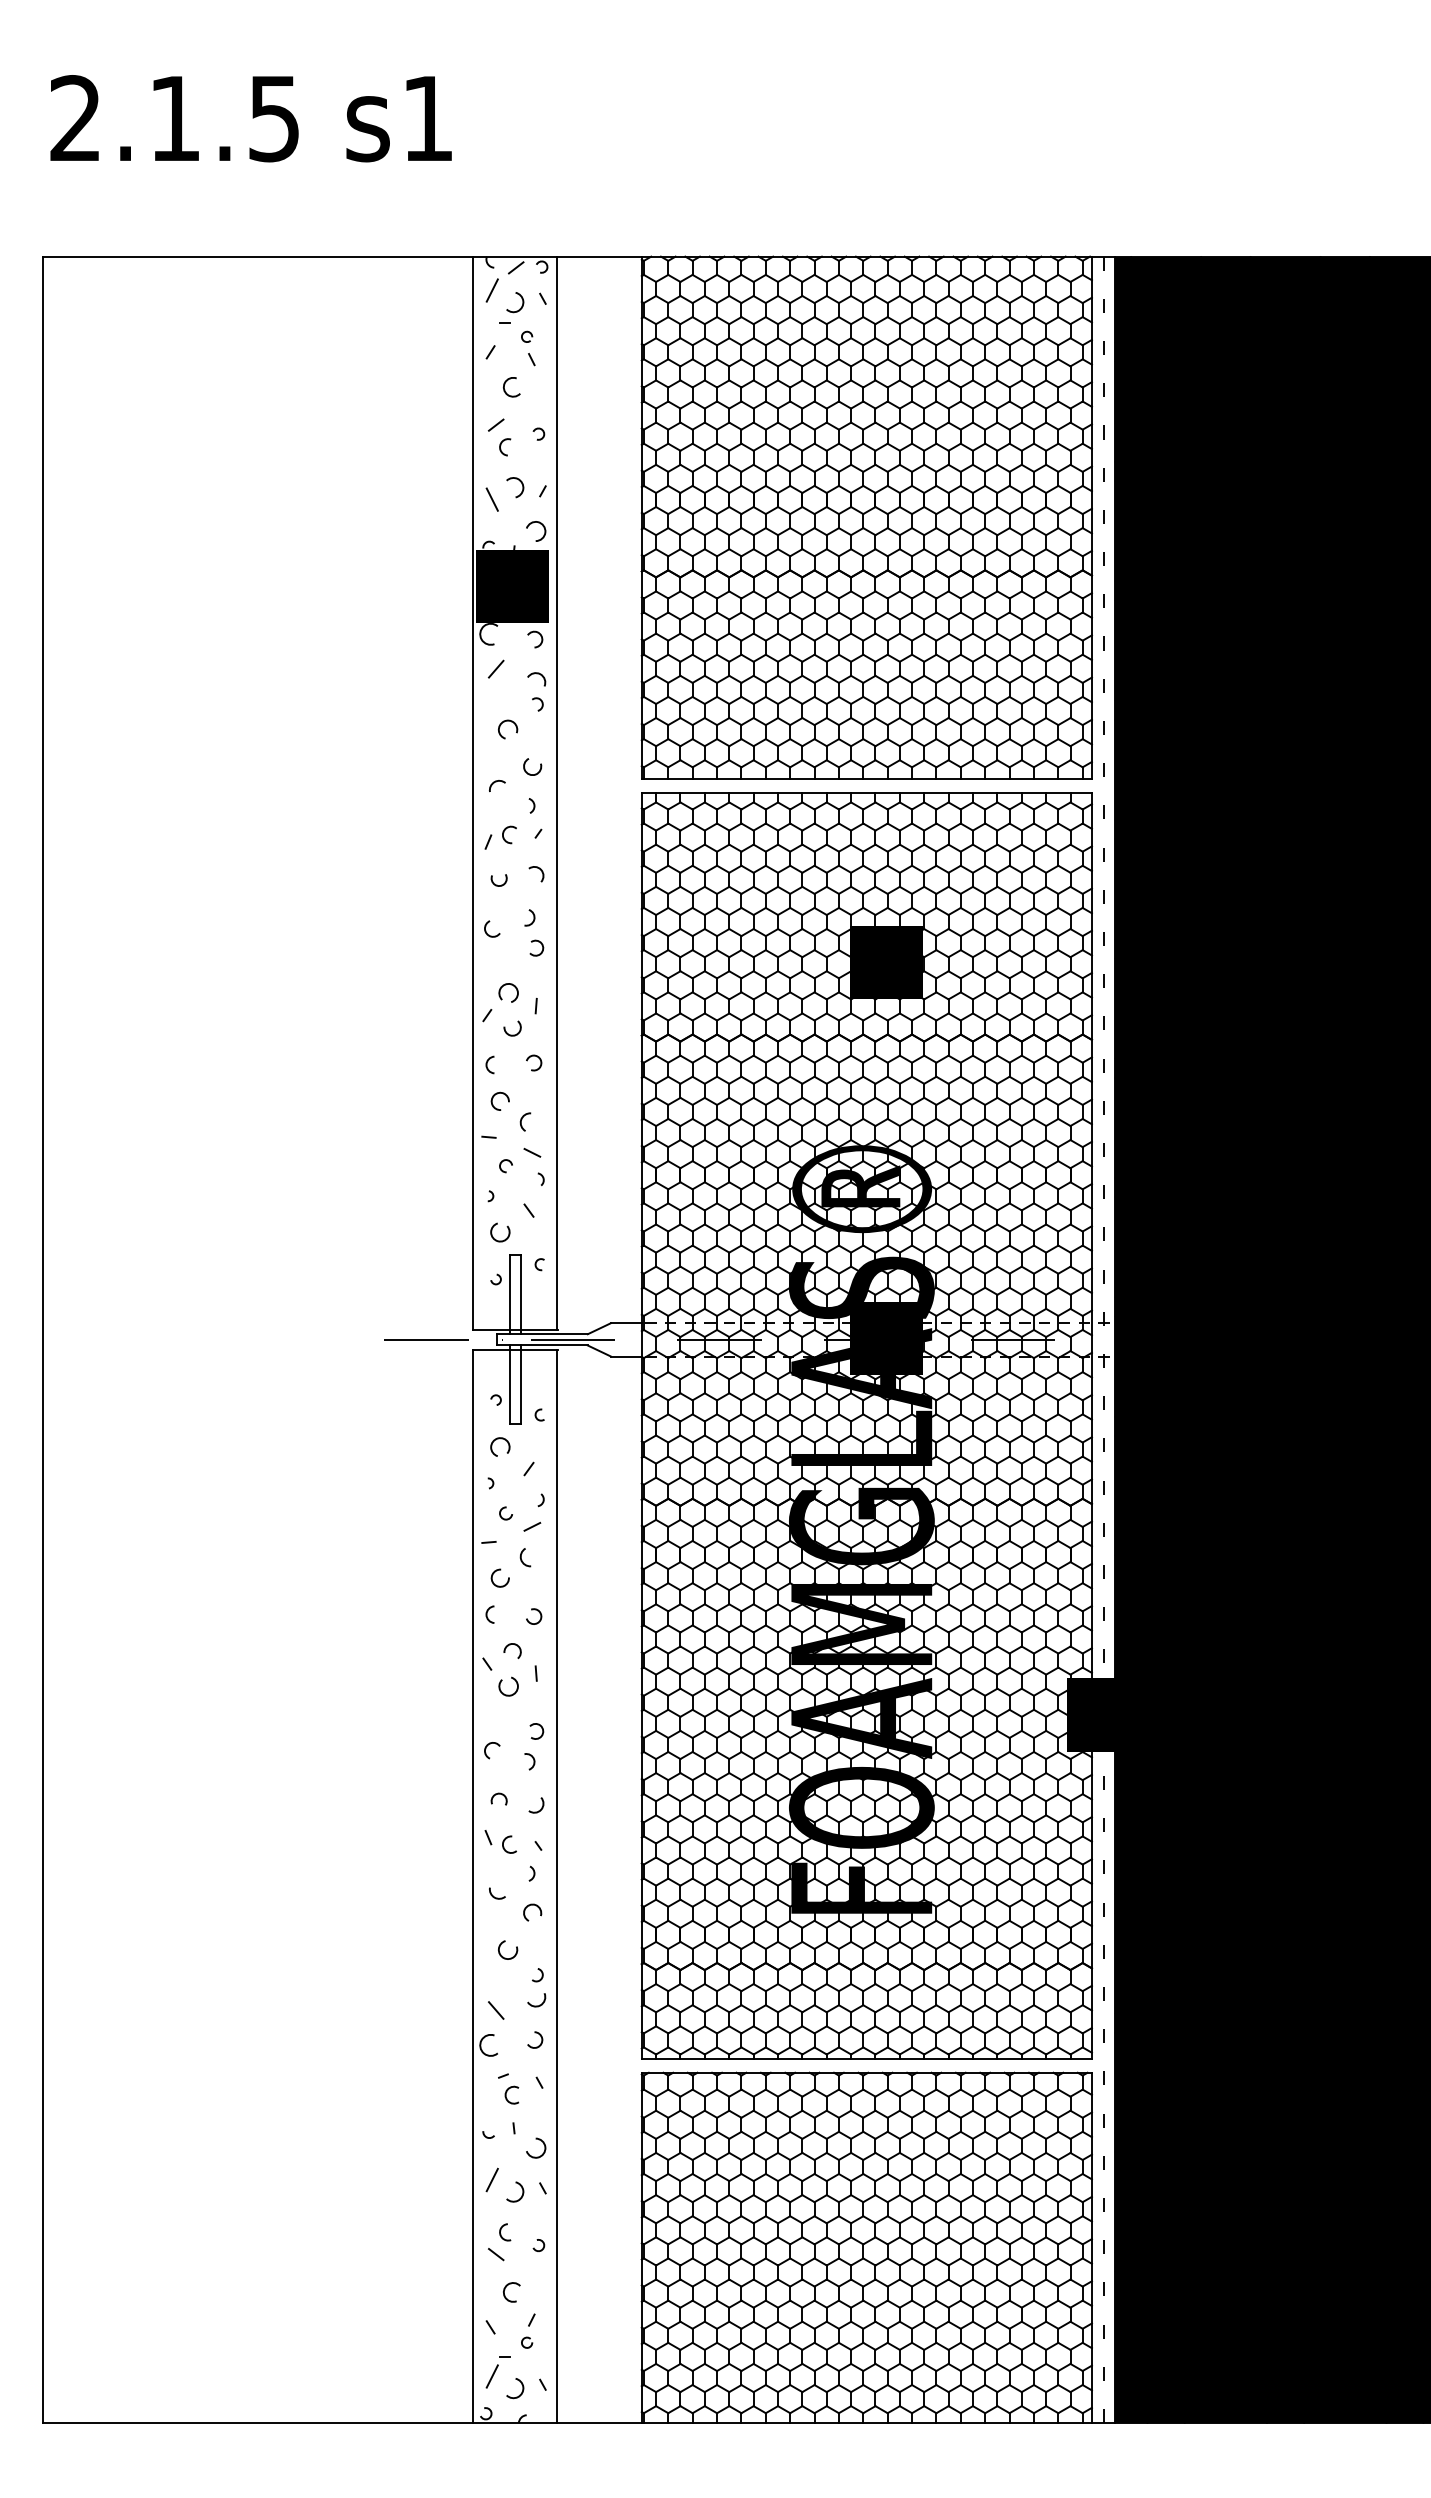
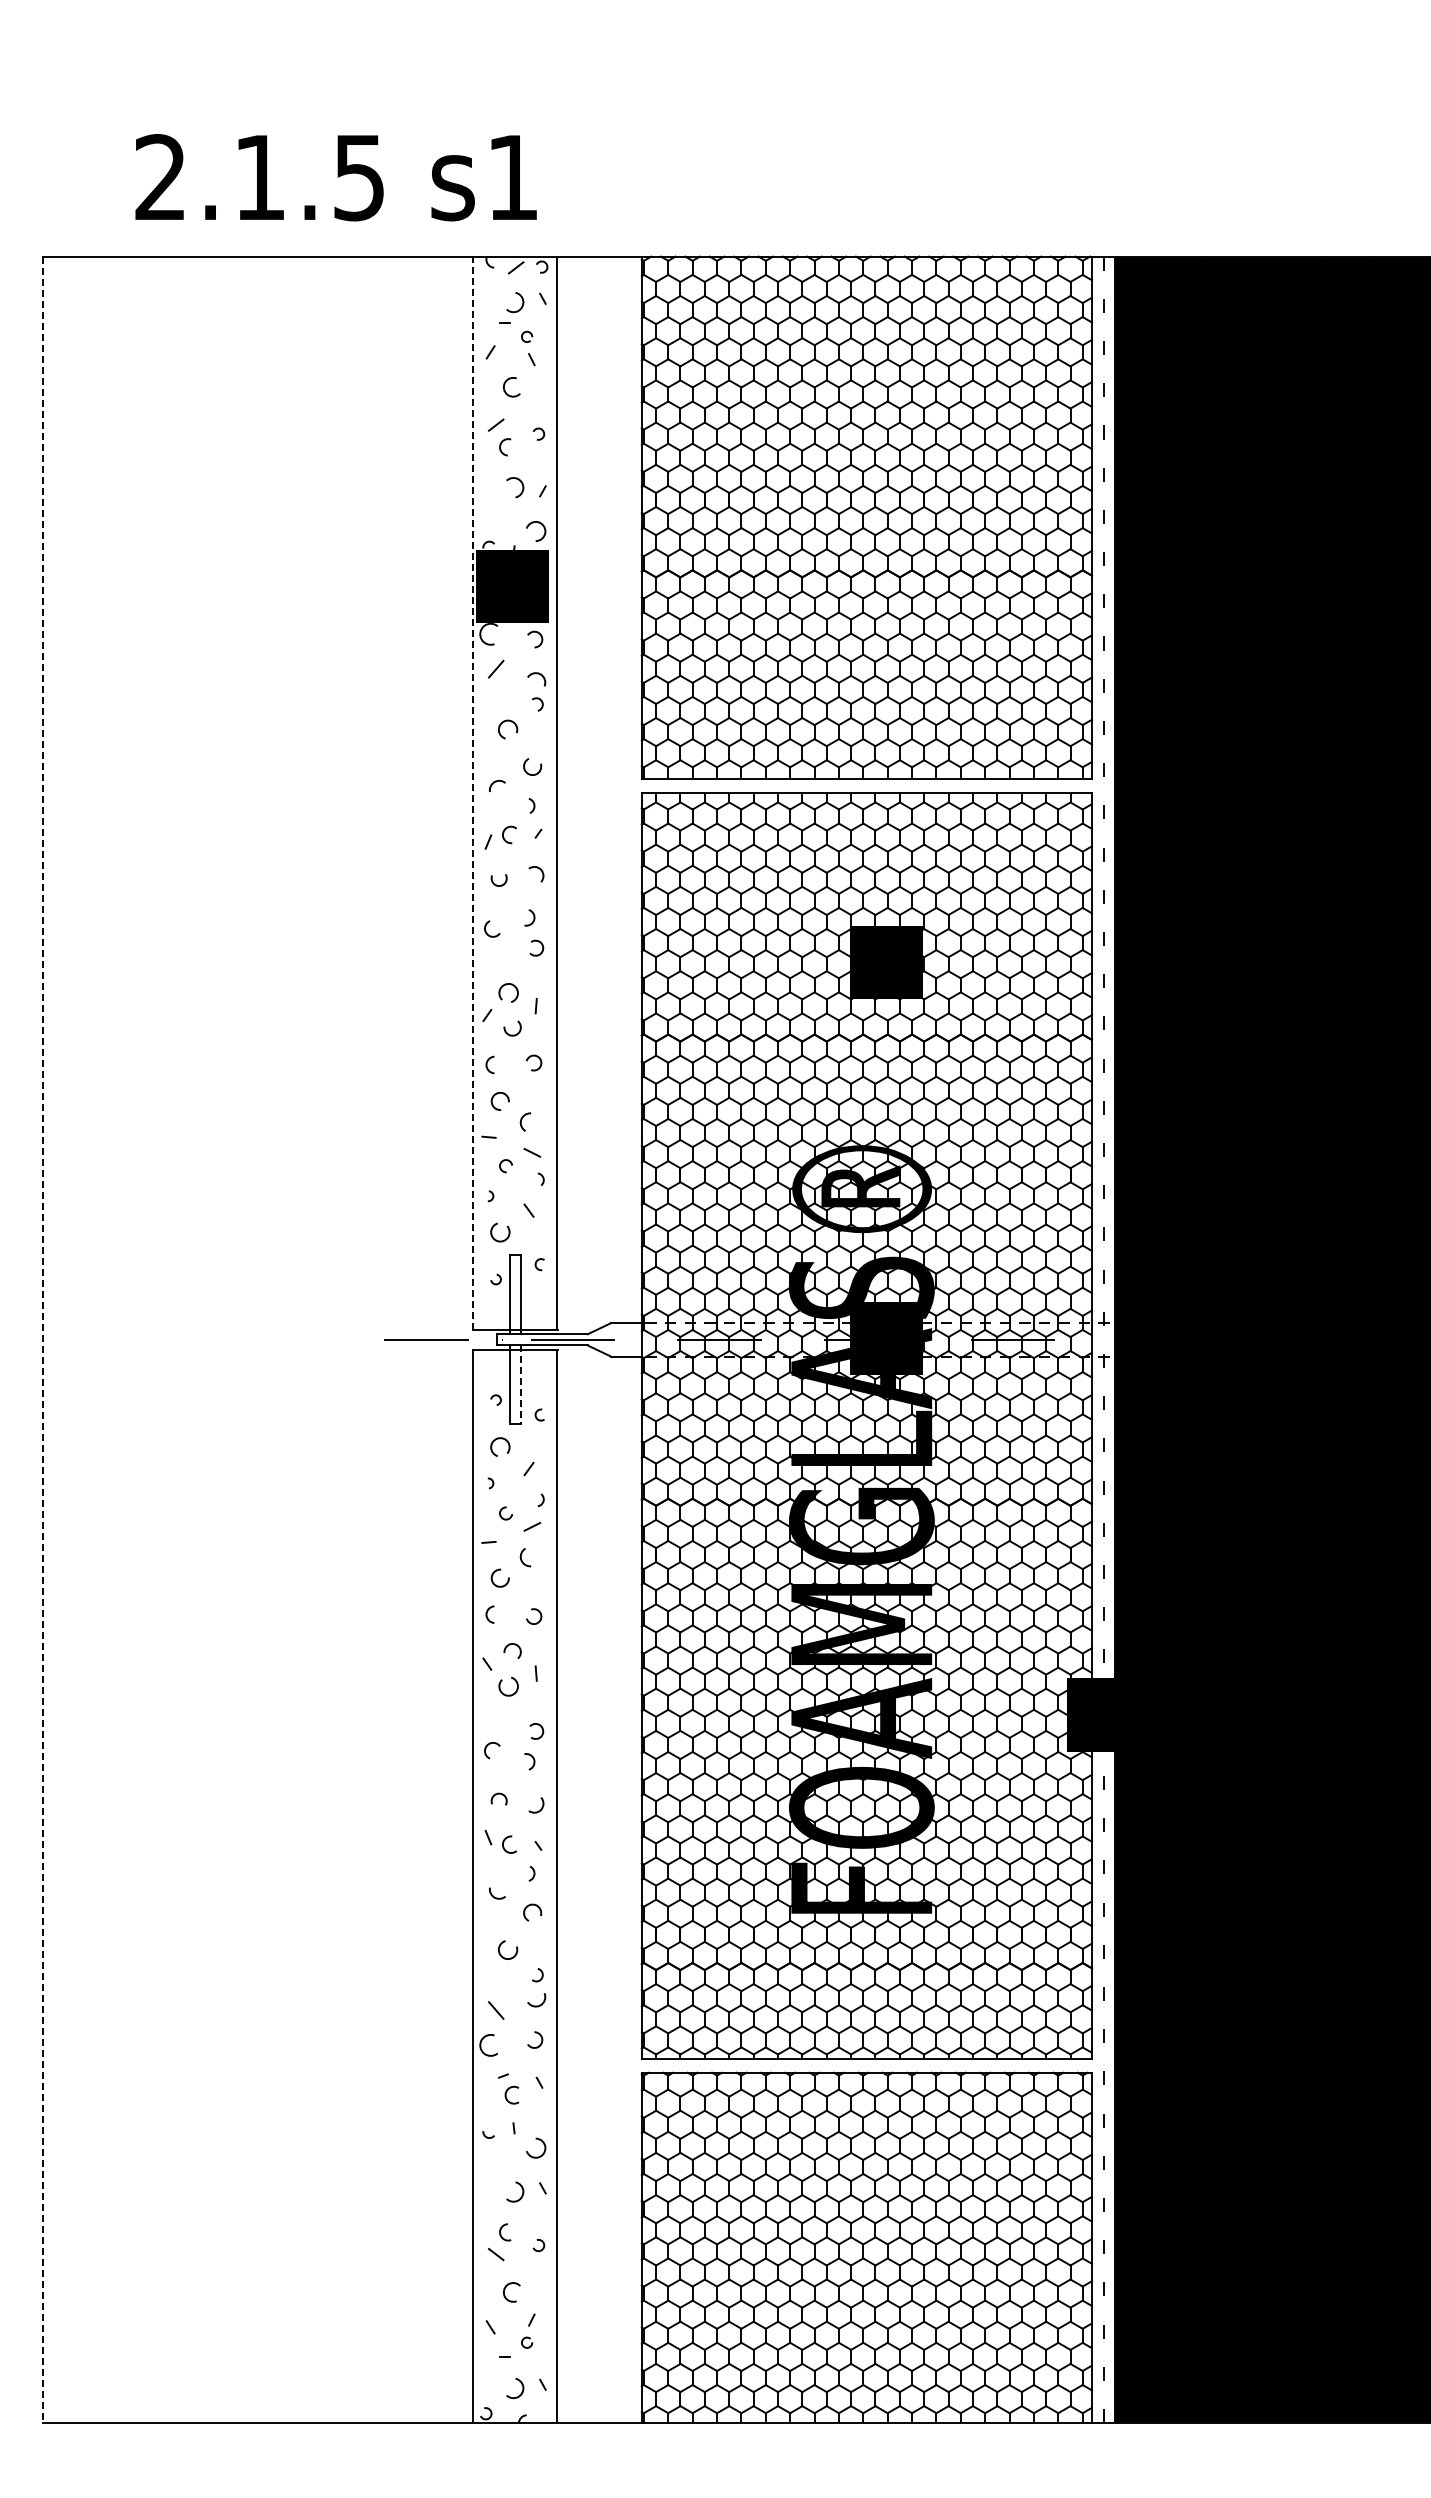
text at (250, 118) position: (250, 118) -> (335, 177)
line at (491, 290): present -> none
line at (491, 499): present -> none
line at (472, 793): solid -> dashed
line at (42, 1340): solid -> dashed
line at (520, 1385): solid -> dashed
line at (491, 2179): present -> none
line at (491, 2376): present -> none
